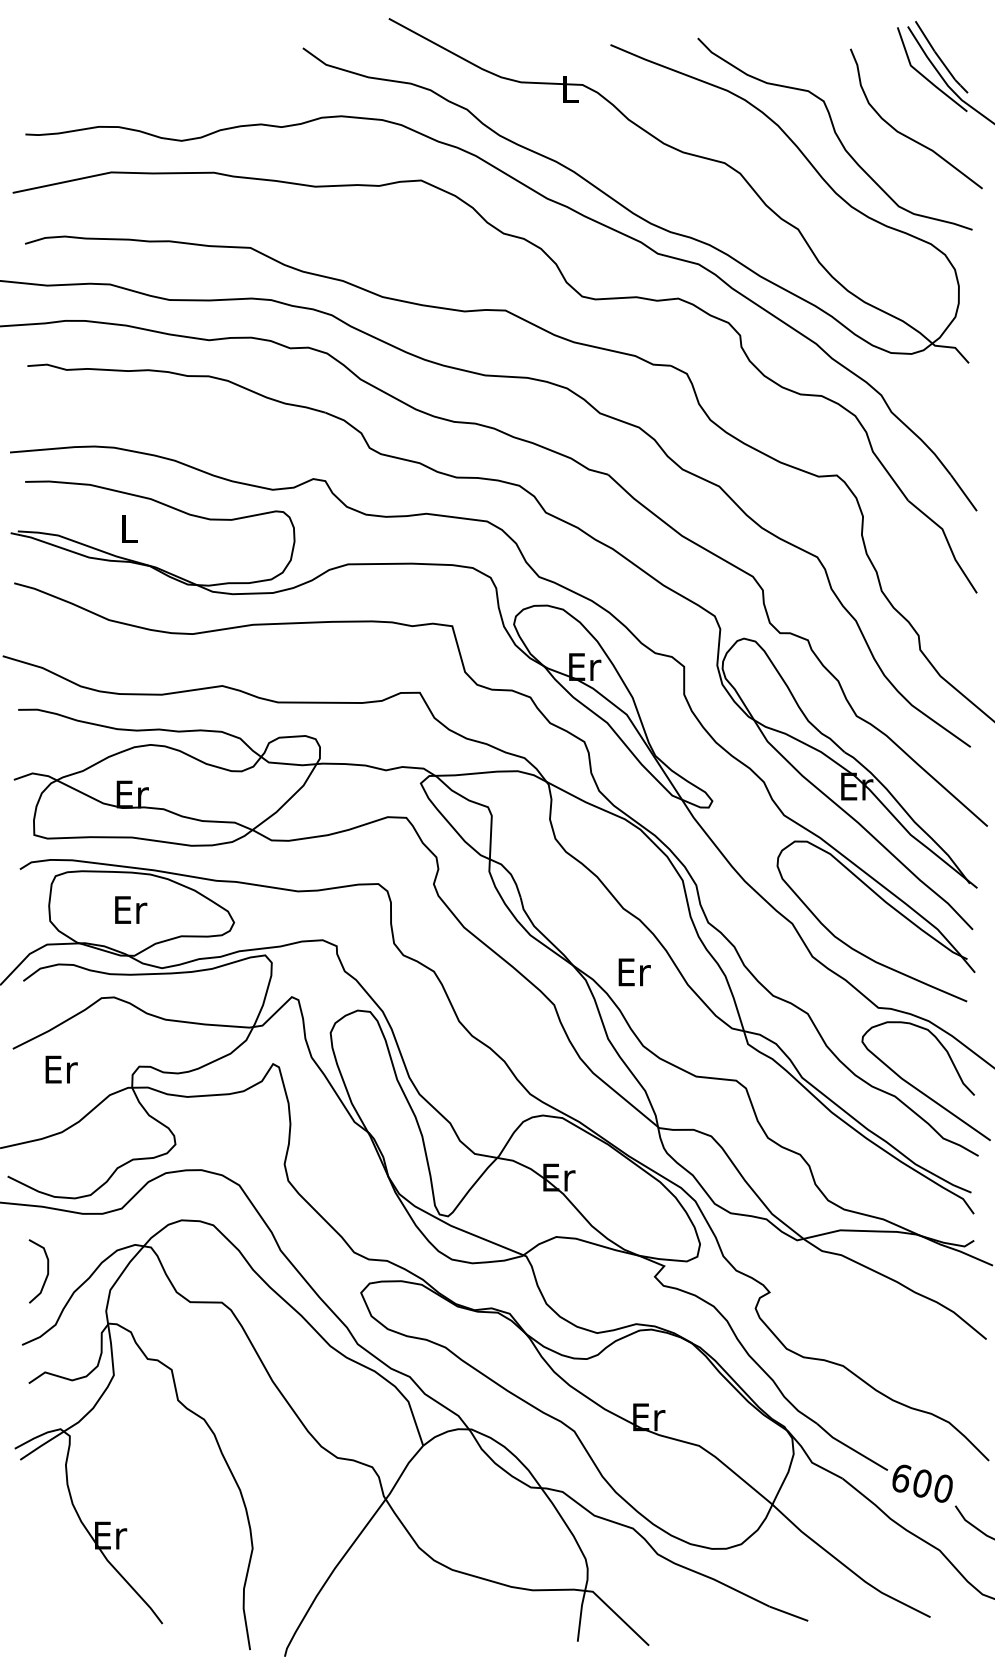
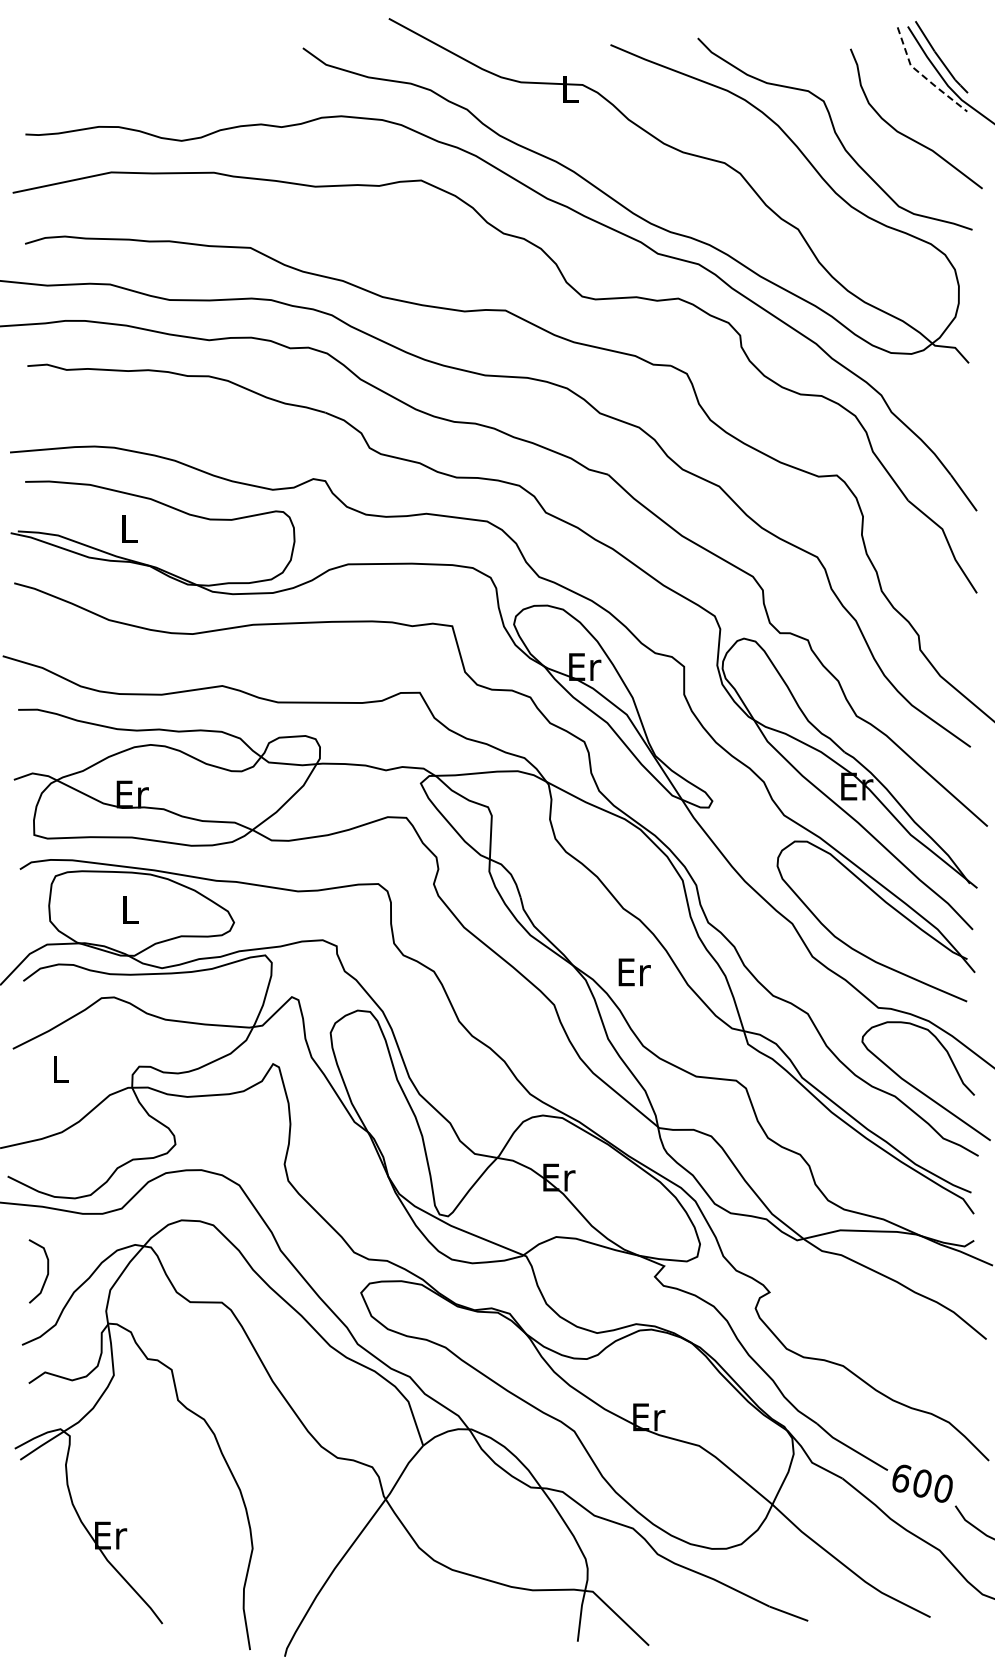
line at (923, 76): solid -> dashed
text at (131, 909): Er -> L
text at (61, 1069): Er -> L
